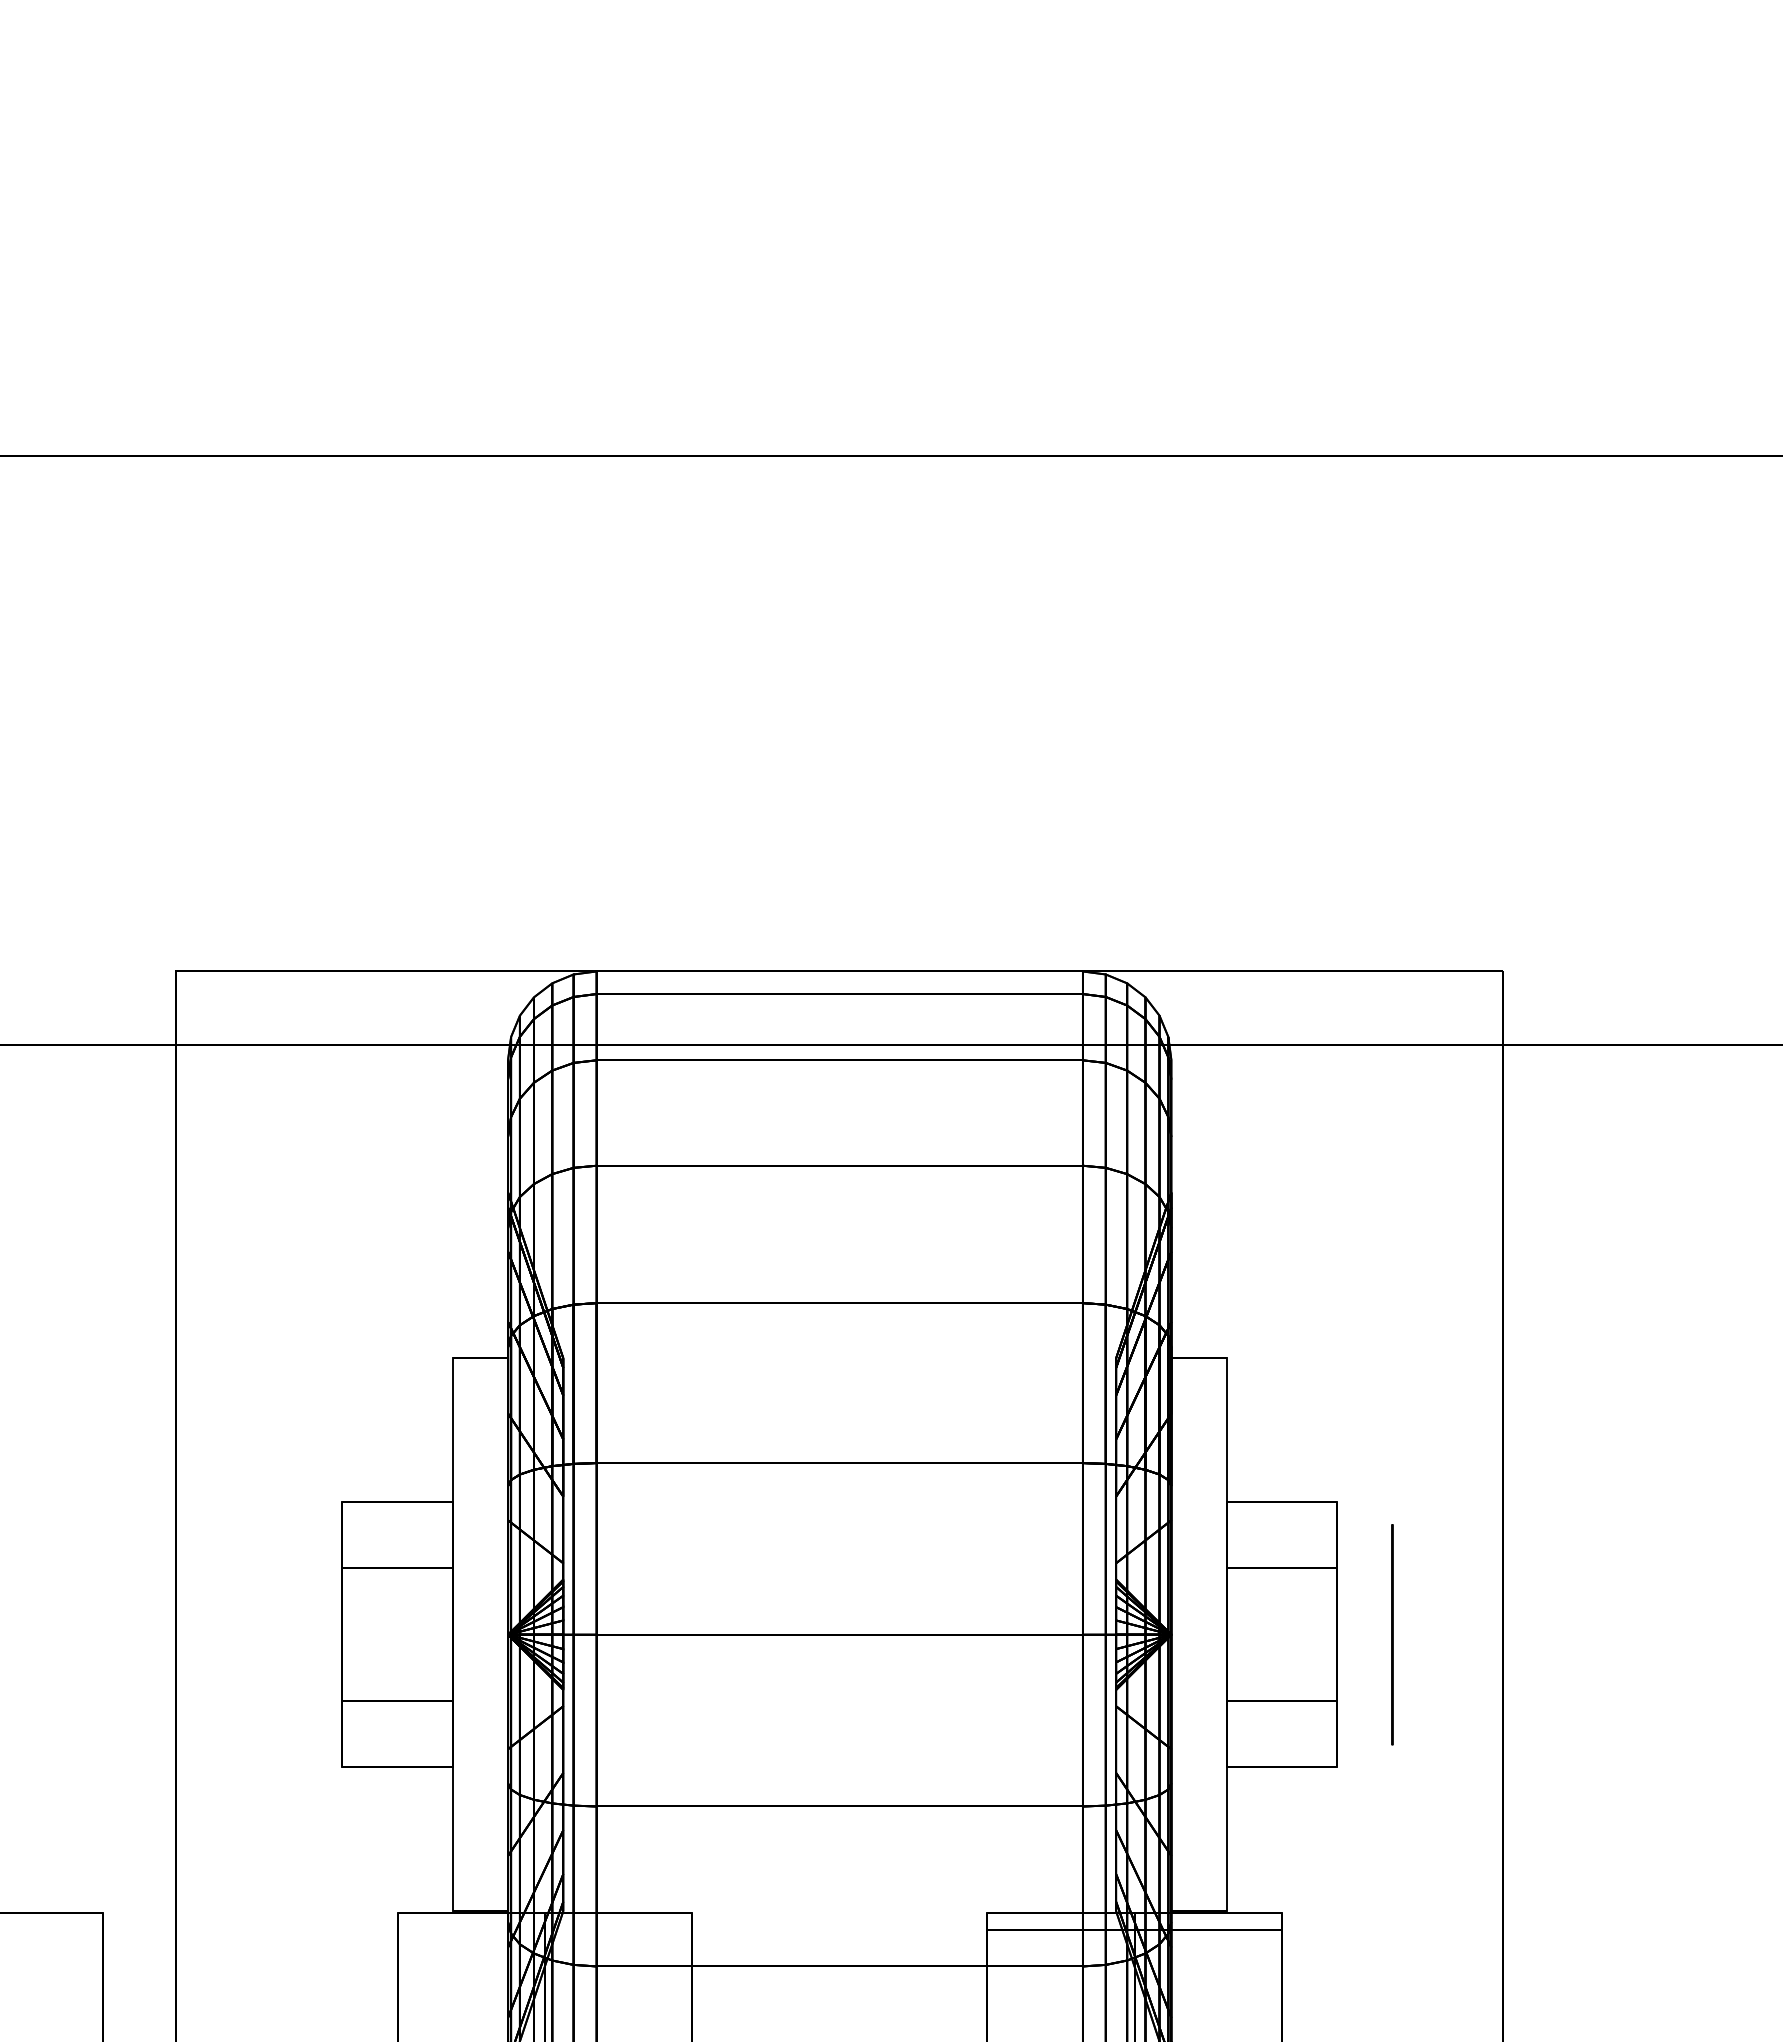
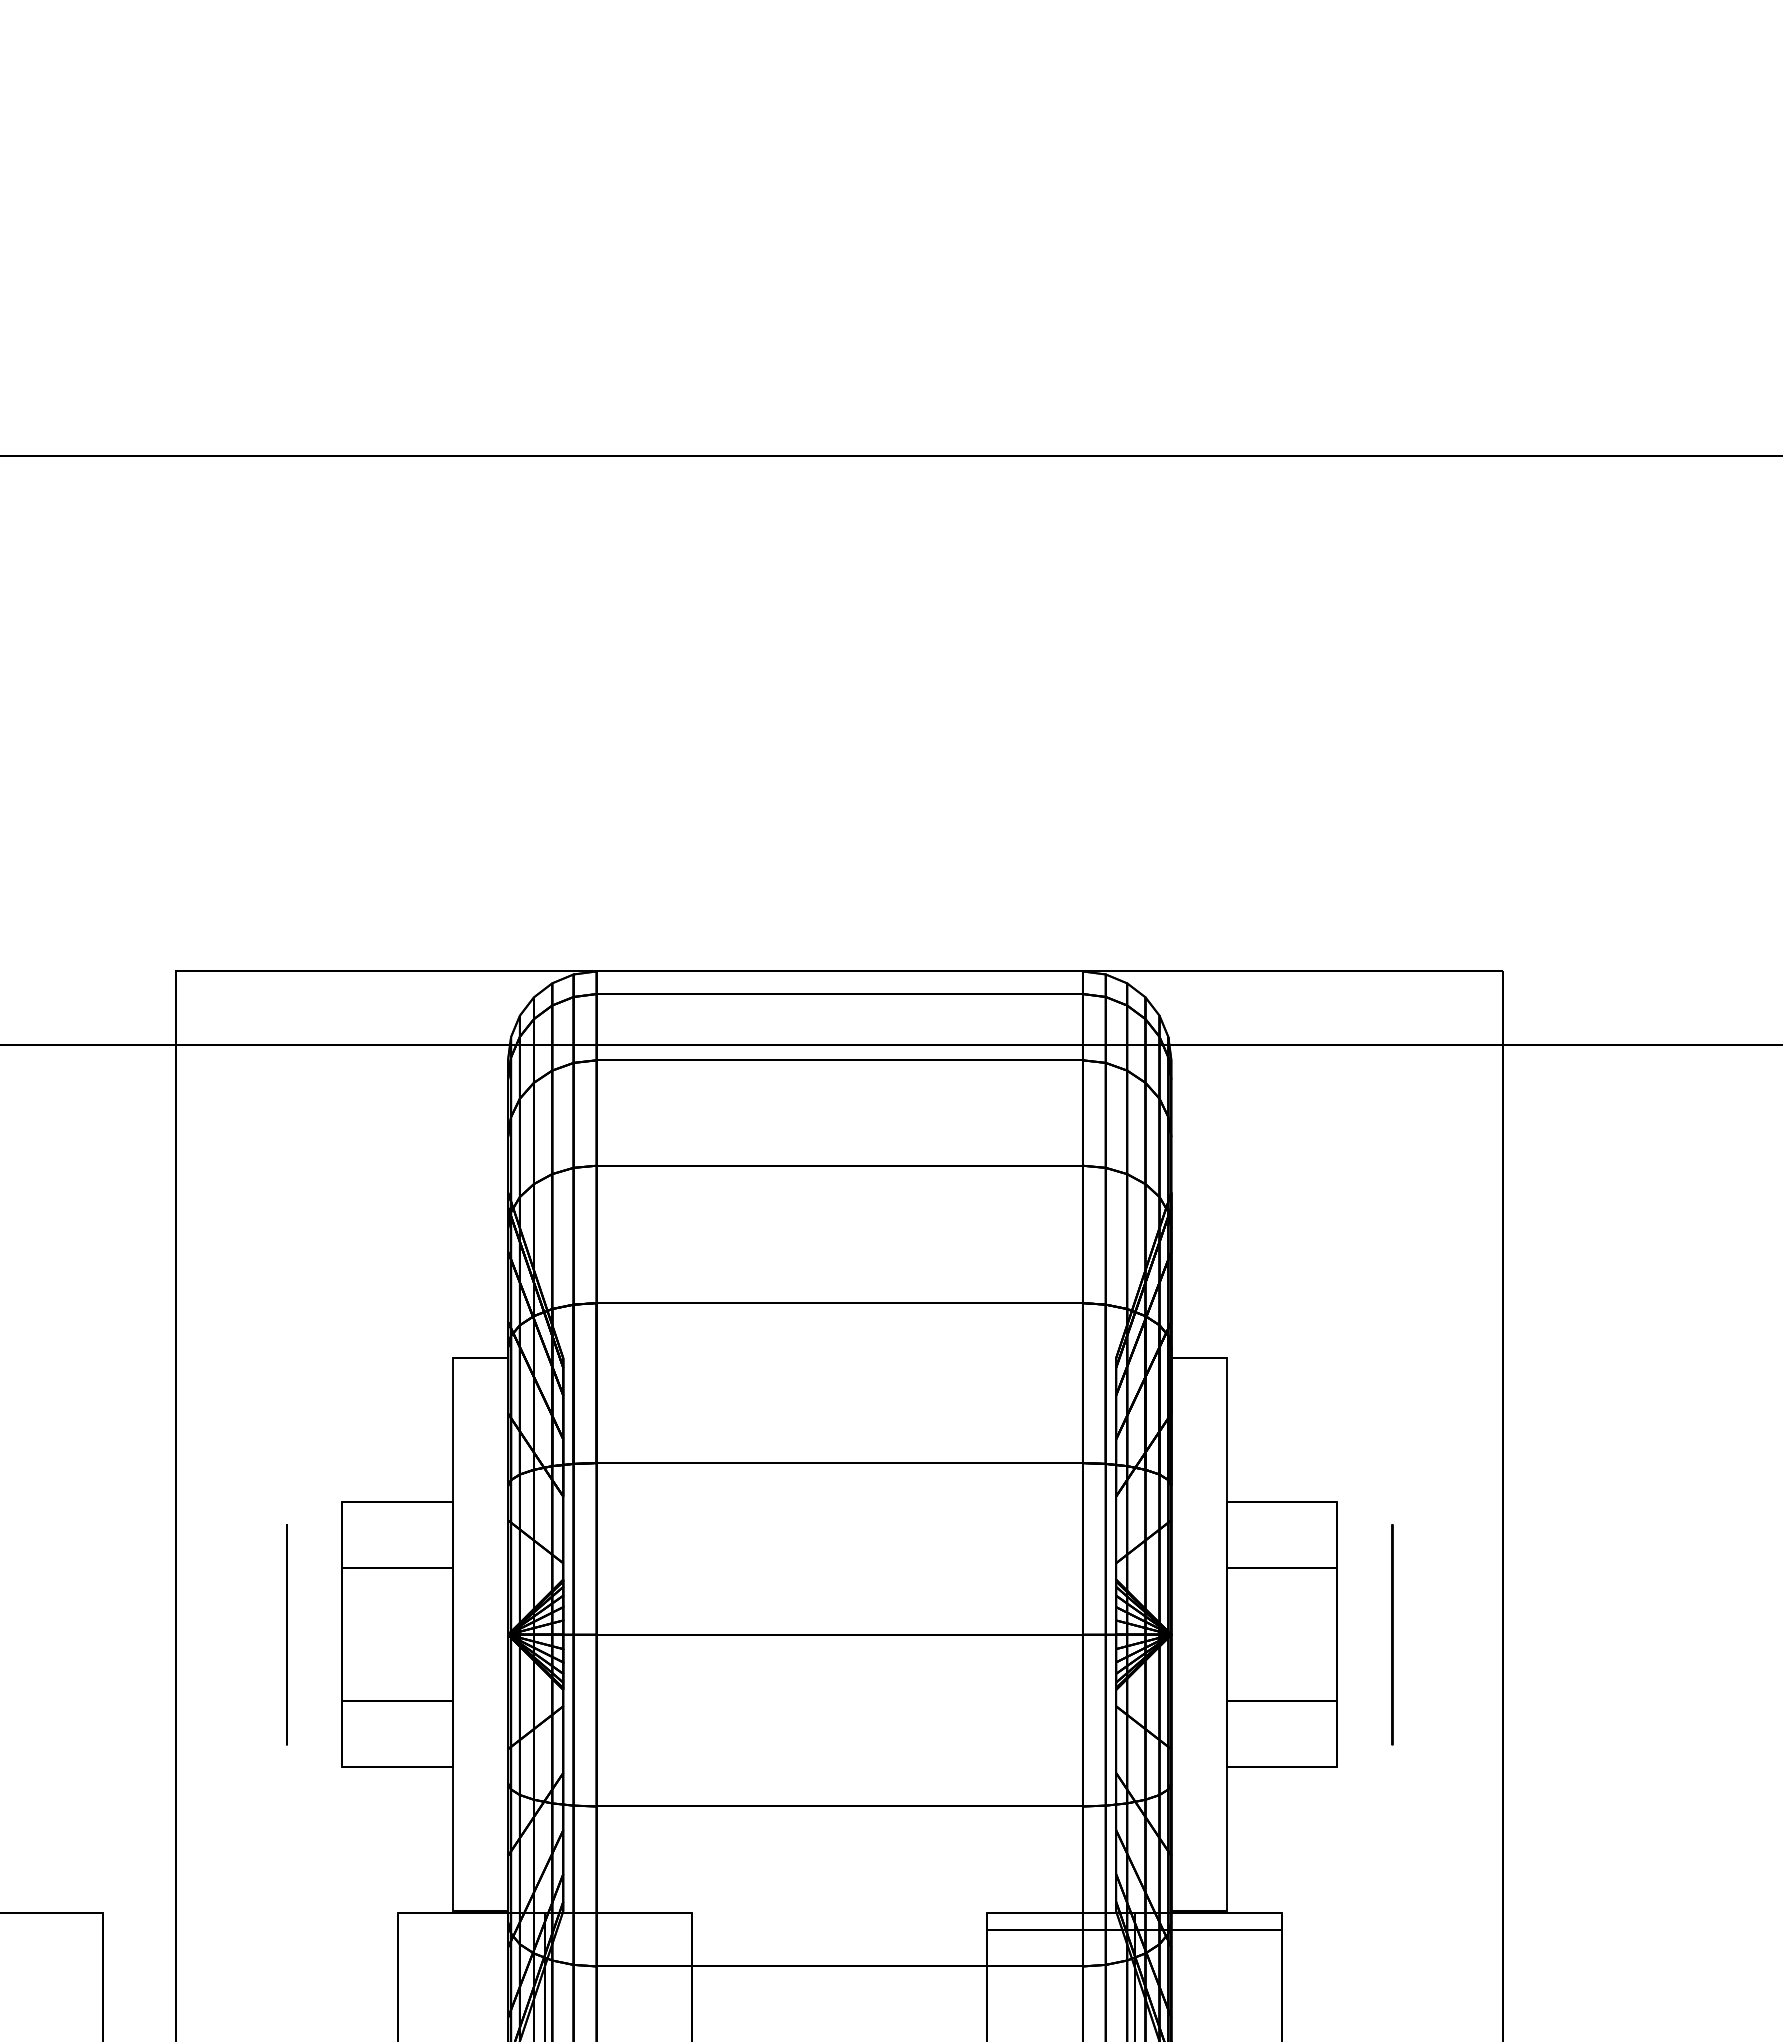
circle at (286, 1634): none -> present
